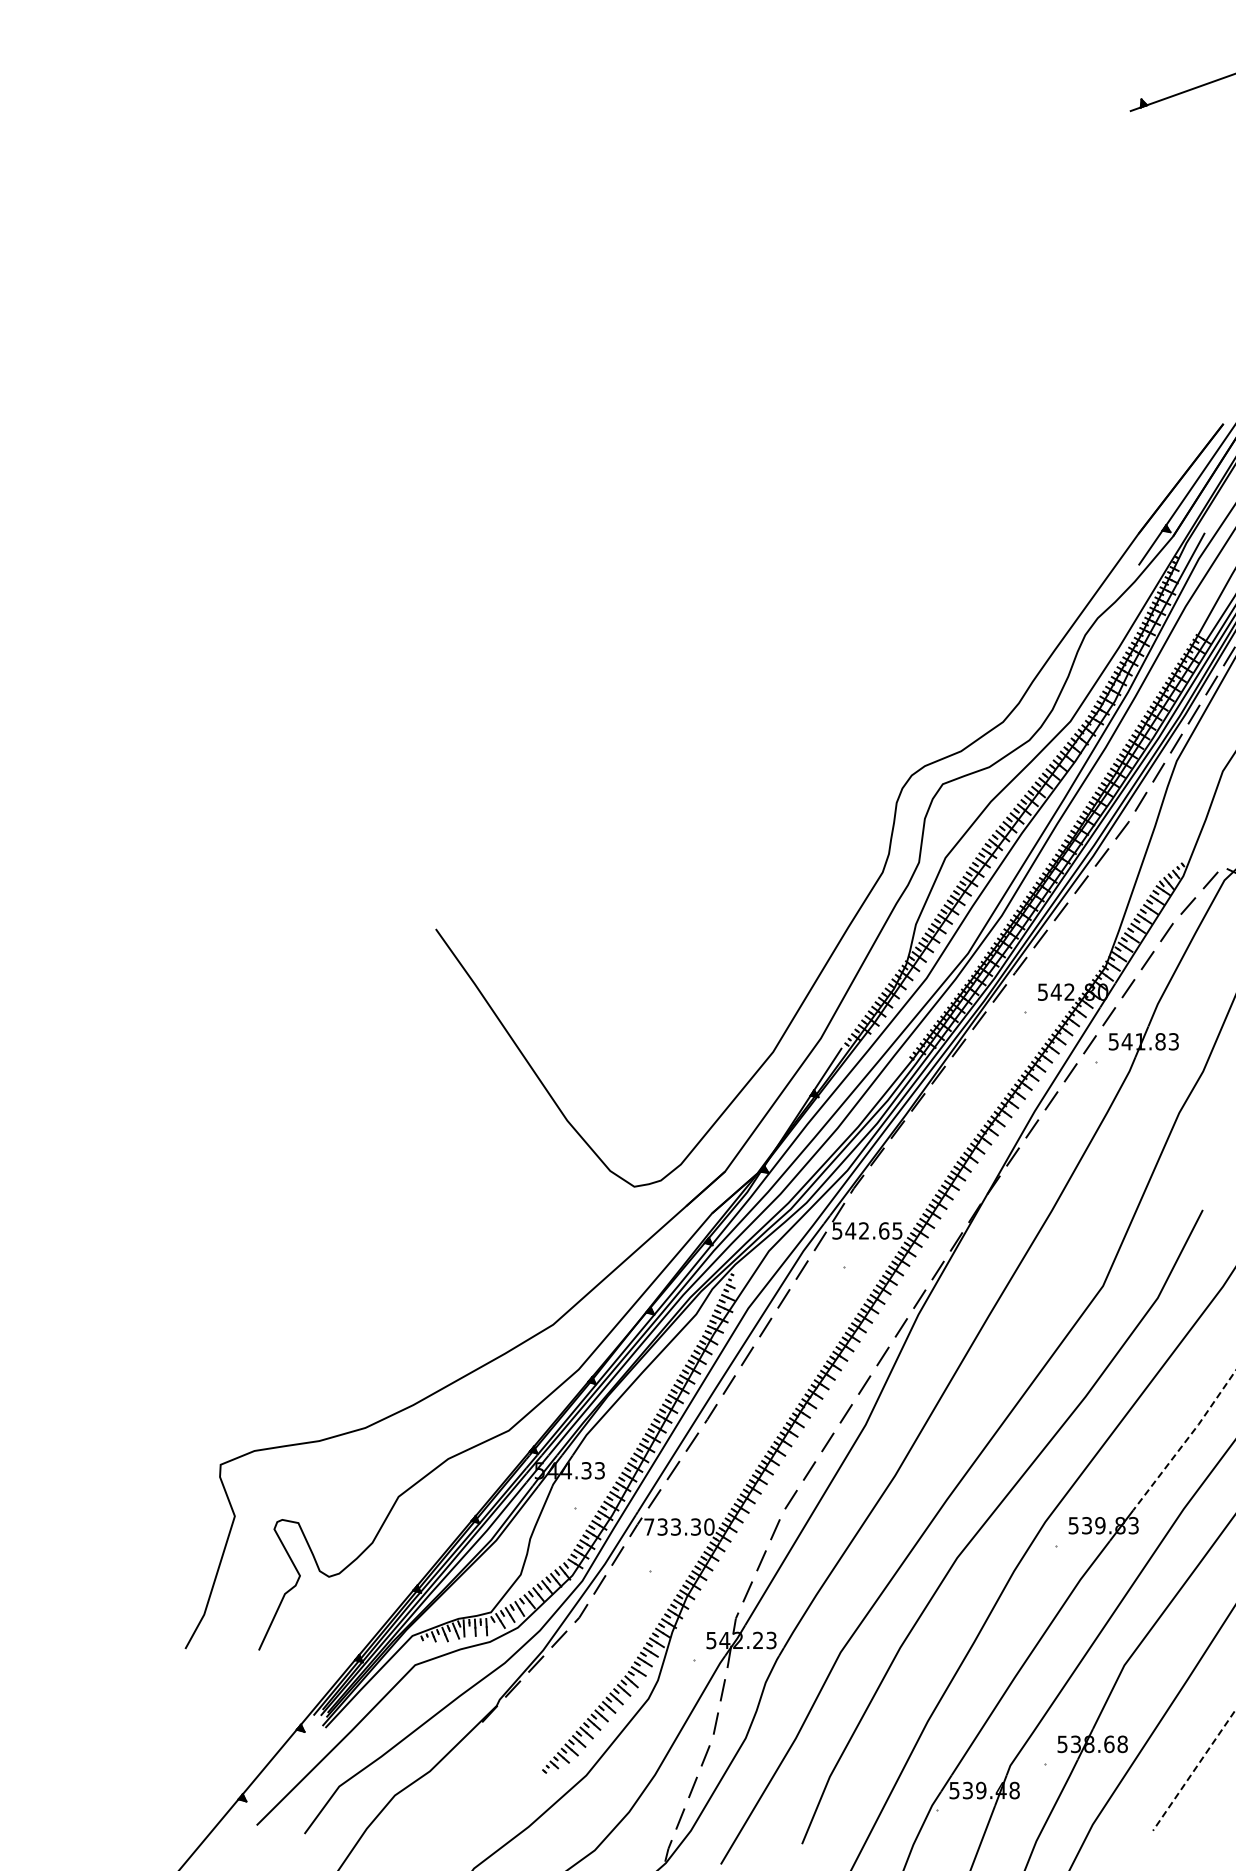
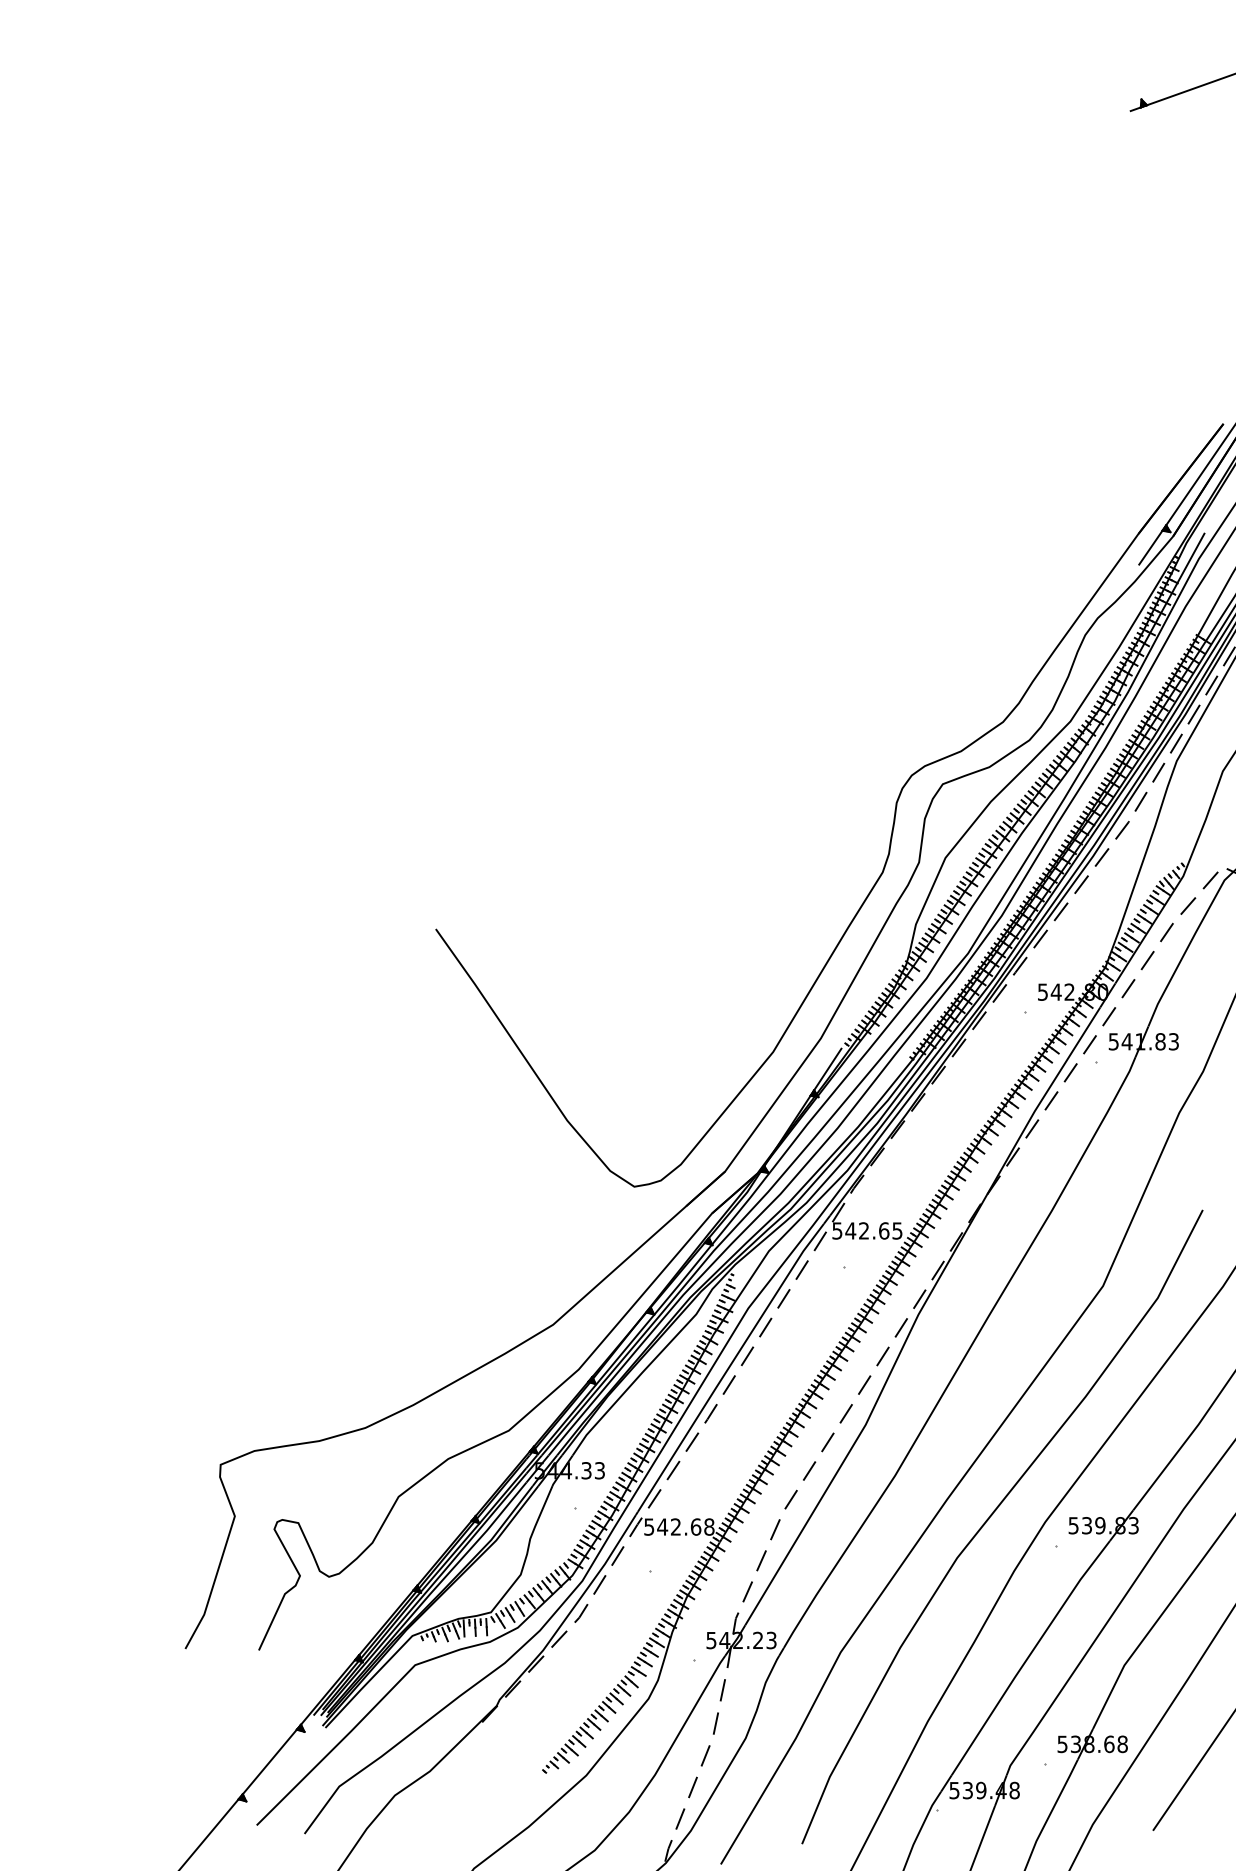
line at (1185, 1441): dashed -> solid
text at (679, 1526): 733.30 -> 542.68
line at (1194, 1770): dashed -> solid
